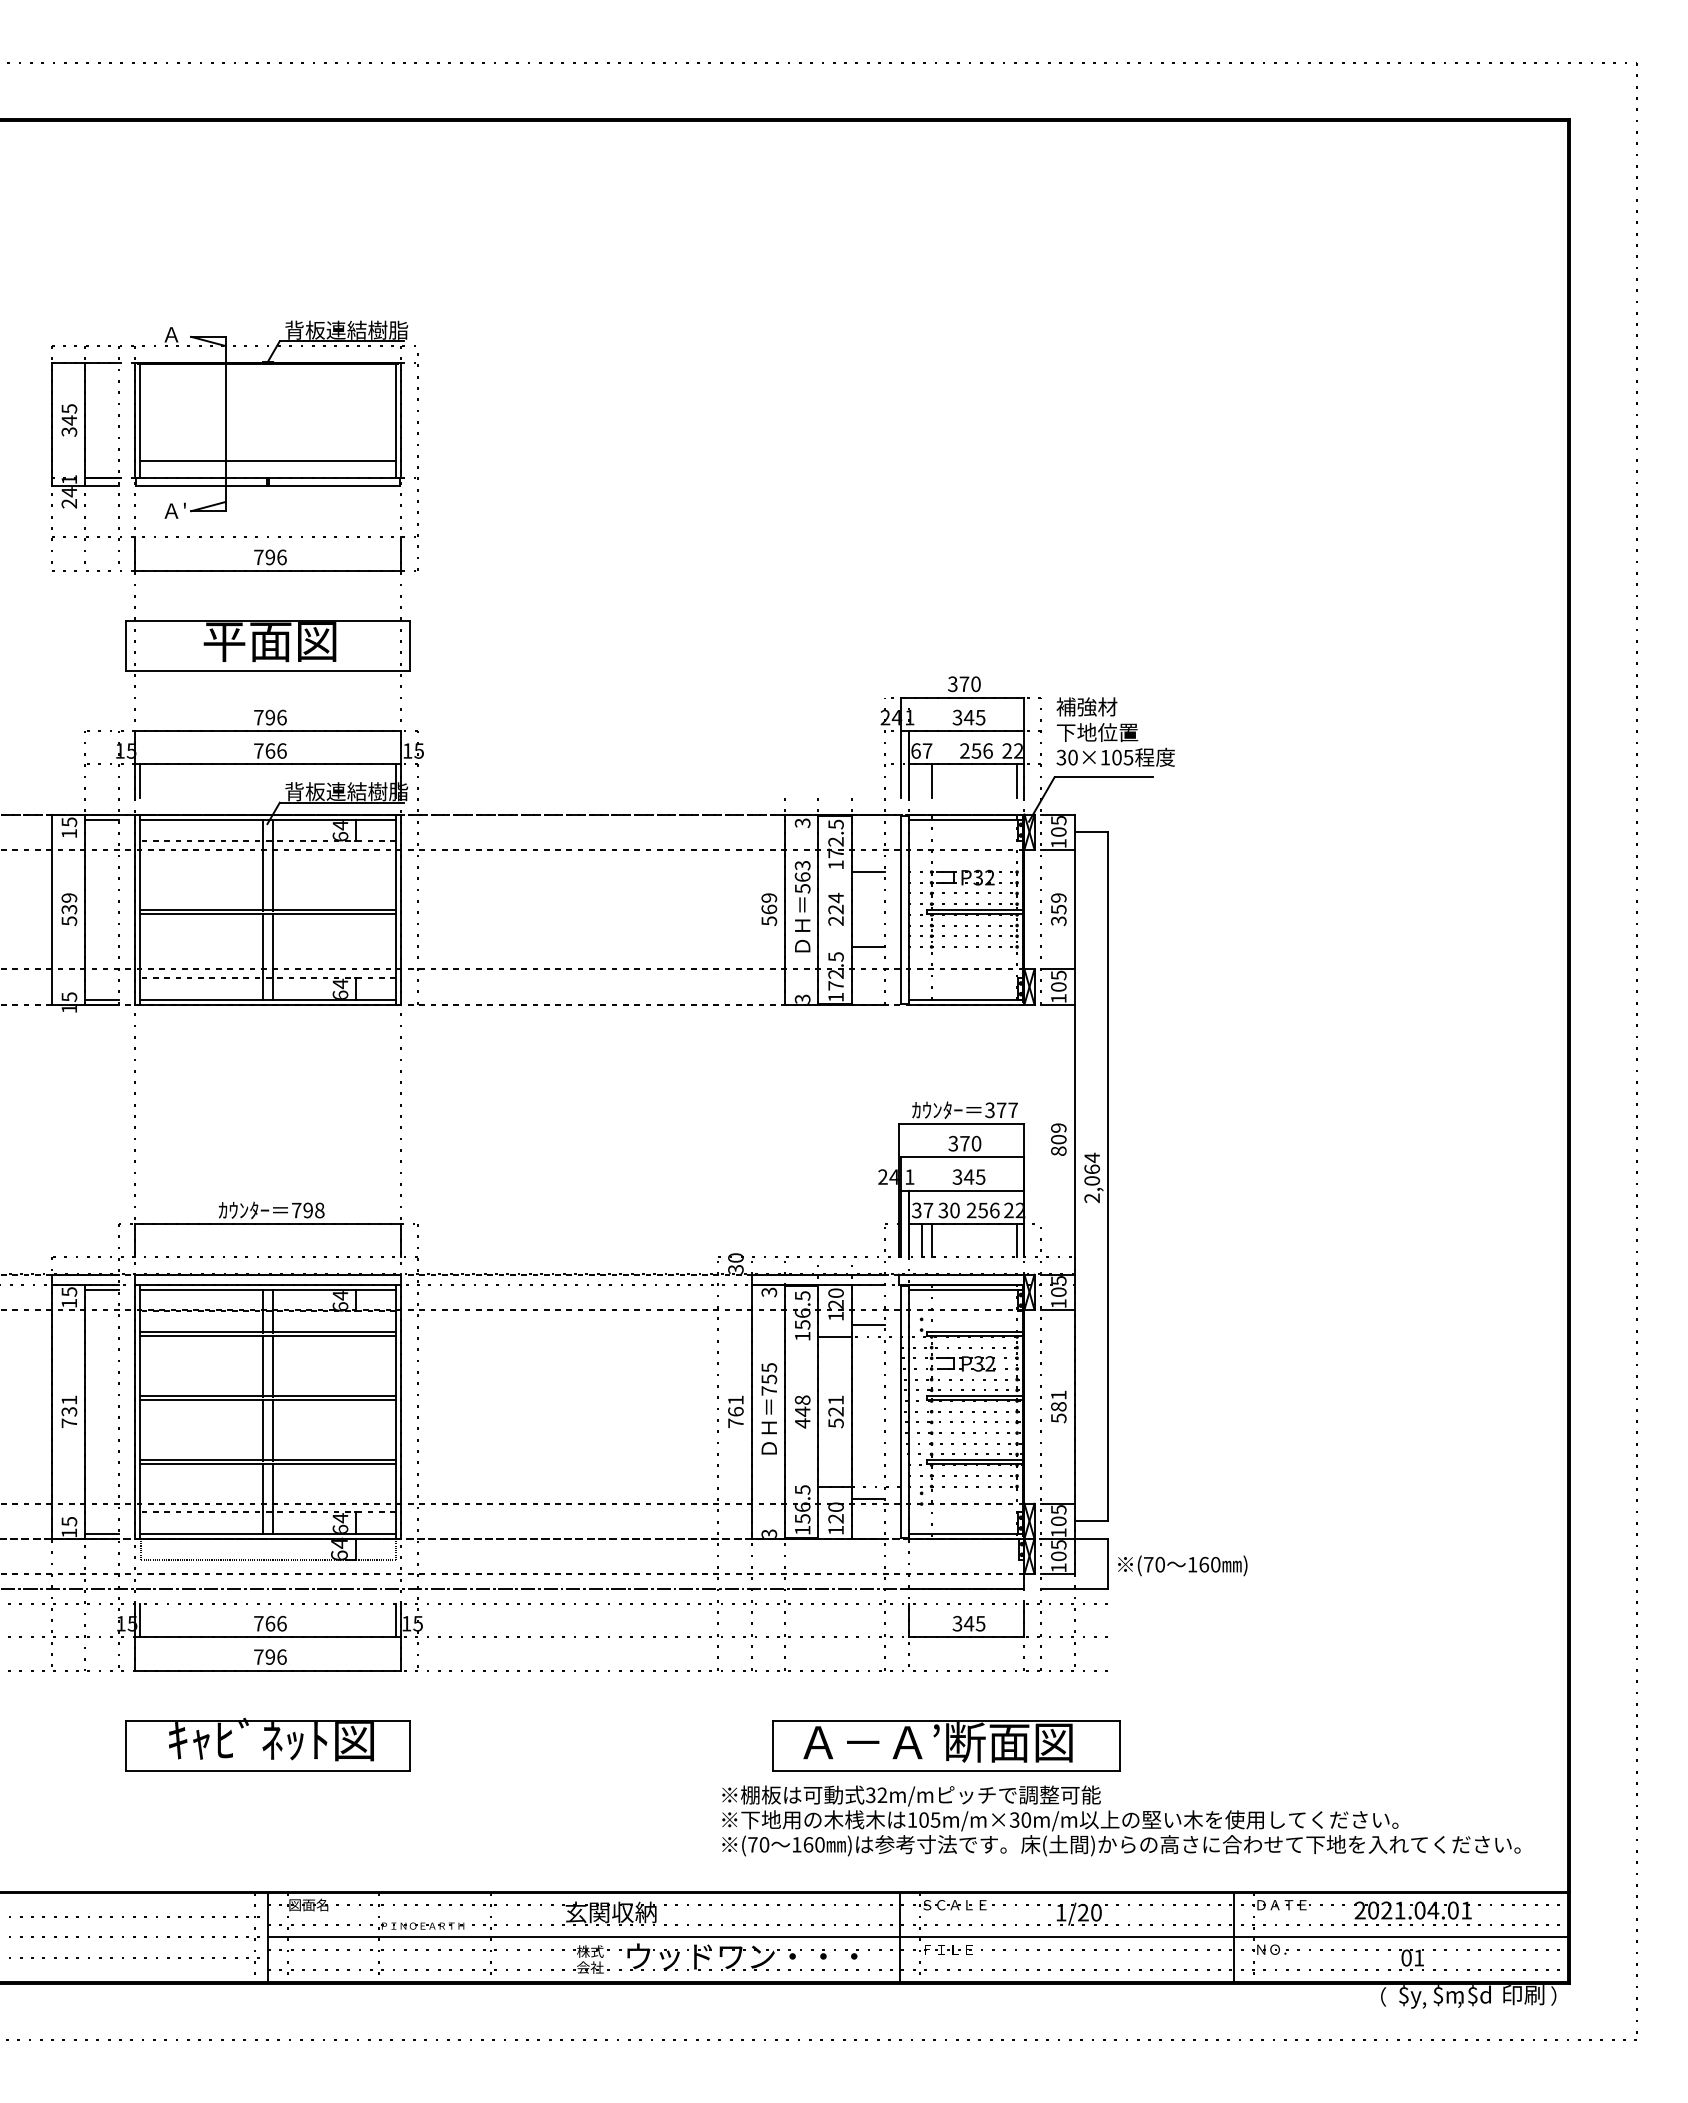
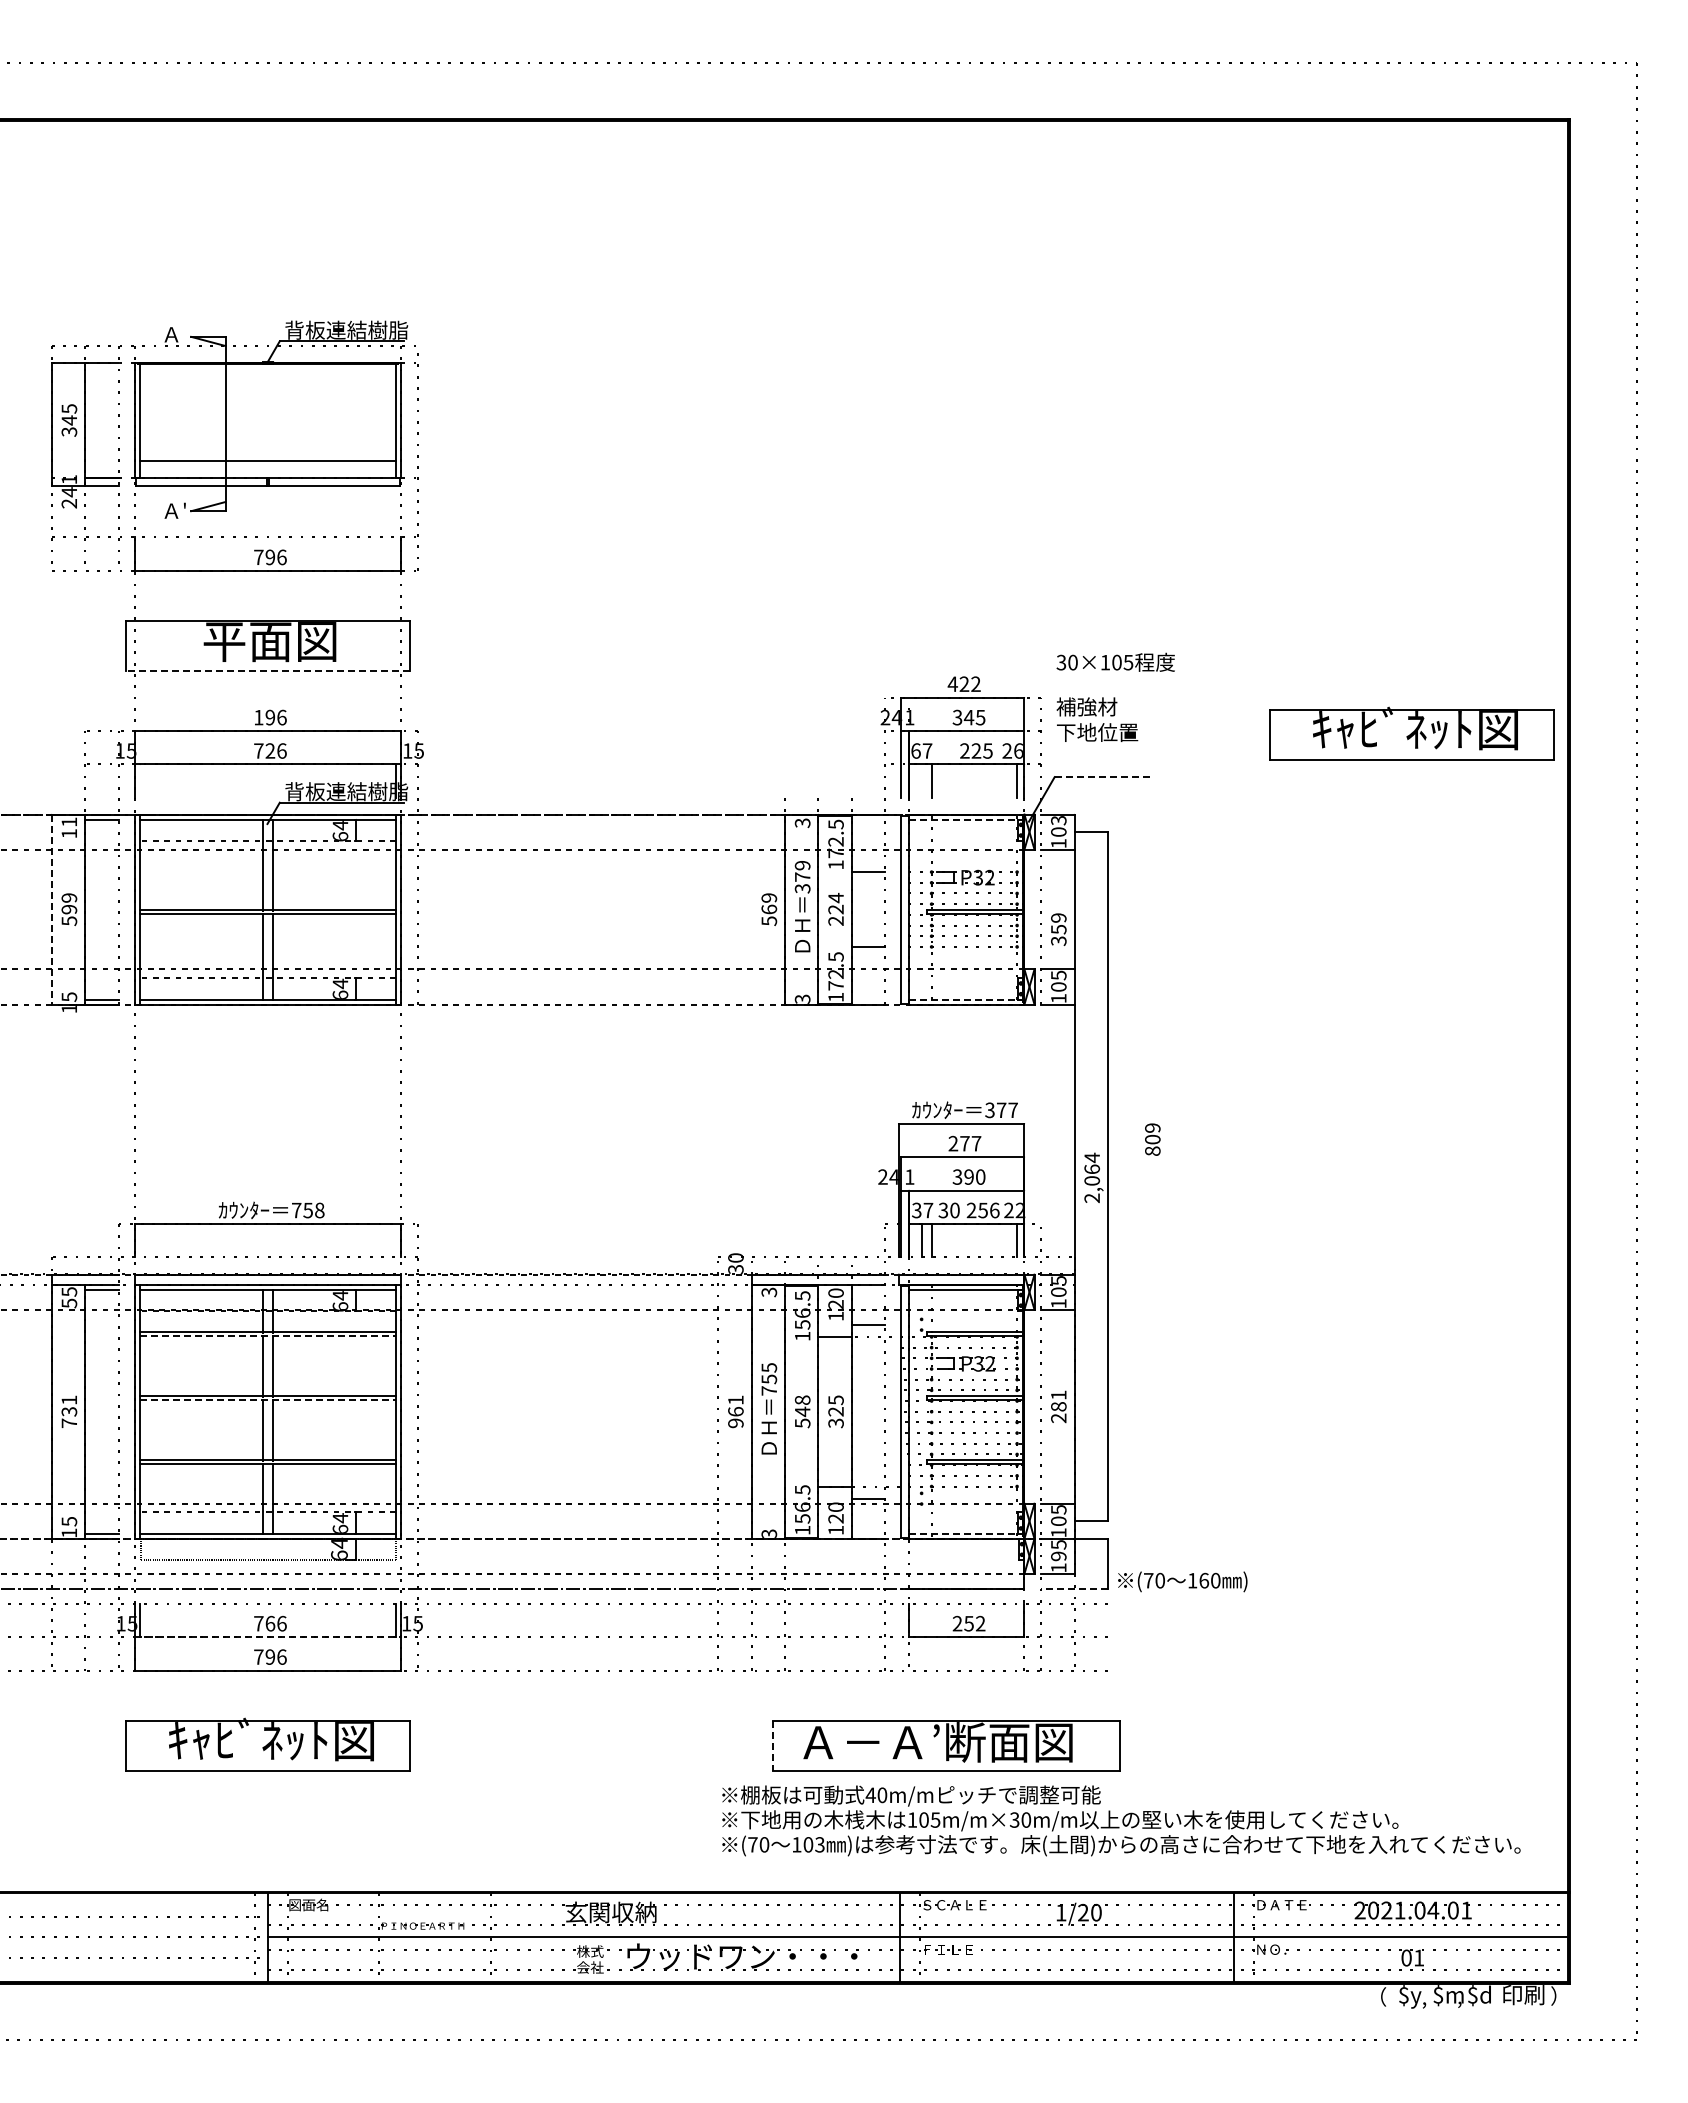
line at (268, 670): solid -> dashed
text at (963, 684): 370 -> 422
text at (258, 717): 796 -> 196
part at (1411, 733): none -> present
text at (270, 750): 766 -> 726
text at (981, 750): 256 -> 225
text at (1018, 750): 22 -> 26
text at (1115, 756) position: (1115, 756) -> (1115, 661)
line at (1103, 777): solid -> dashed
line at (140, 780): present -> none
line at (966, 819): solid -> dashed
text at (1058, 820): 105 -> 103
text at (69, 822): 15 -> 11
text at (802, 876): 563 -> 379
text at (69, 909): 539 -> 599
text at (1058, 909) position: (1058, 909) -> (1058, 929)
line at (51, 910): solid -> dashed
line at (966, 999): solid -> dashed
text at (1058, 1139) position: (1058, 1139) -> (1152, 1139)
text at (964, 1143): 370 -> 277
text at (974, 1176): 345 -> 390
text at (307, 1210): 798 -> 758
text at (69, 1303): 15 -> 55
line at (268, 1336): solid -> dashed
line at (268, 1400): solid -> dashed
text at (835, 1411): 521 -> 325
text at (1058, 1418): 581 -> 281
text at (735, 1423): 761 -> 961
text at (802, 1423): 448 -> 548
line at (966, 1533): solid -> dashed
text at (1058, 1556): 105 -> 195
text at (1182, 1565) position: (1182, 1565) -> (1182, 1581)
line at (1074, 1588): solid -> dashed
text at (968, 1623): 345 -> 252
line at (268, 1637): solid -> dashed
line at (772, 1746): solid -> dashed
text at (876, 1795): 32m/m -> 40m/m
text at (813, 1844): 160 -> 103
